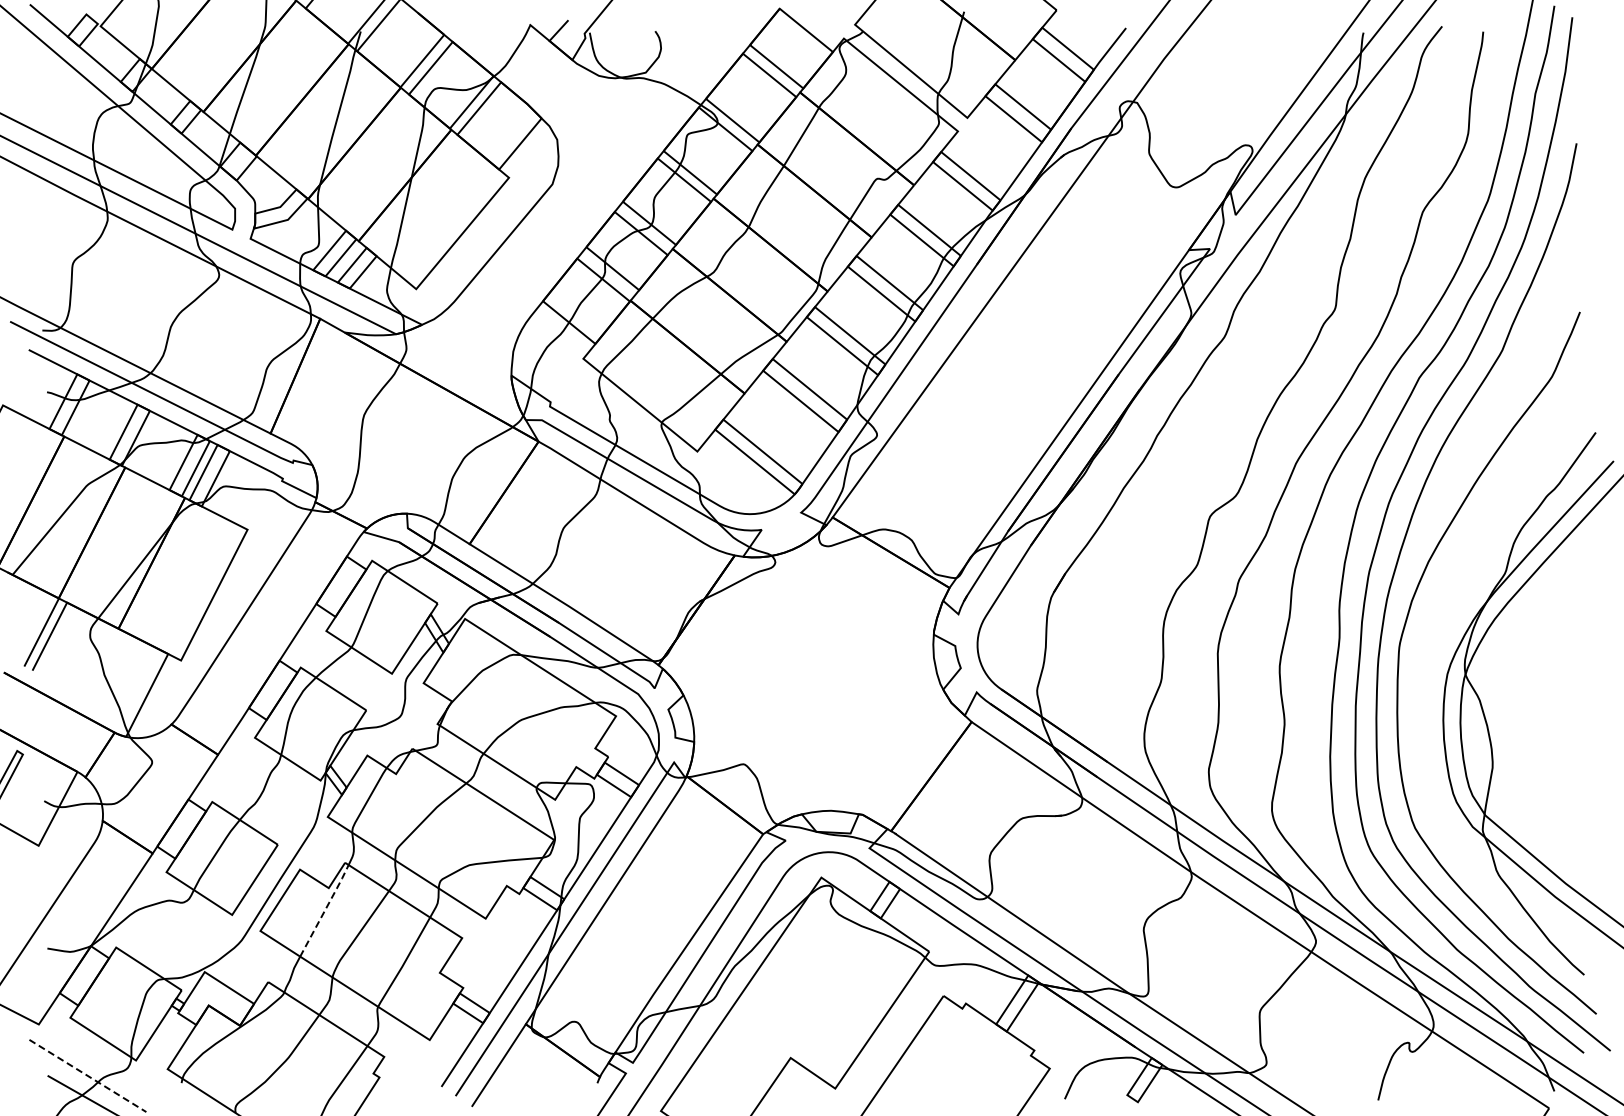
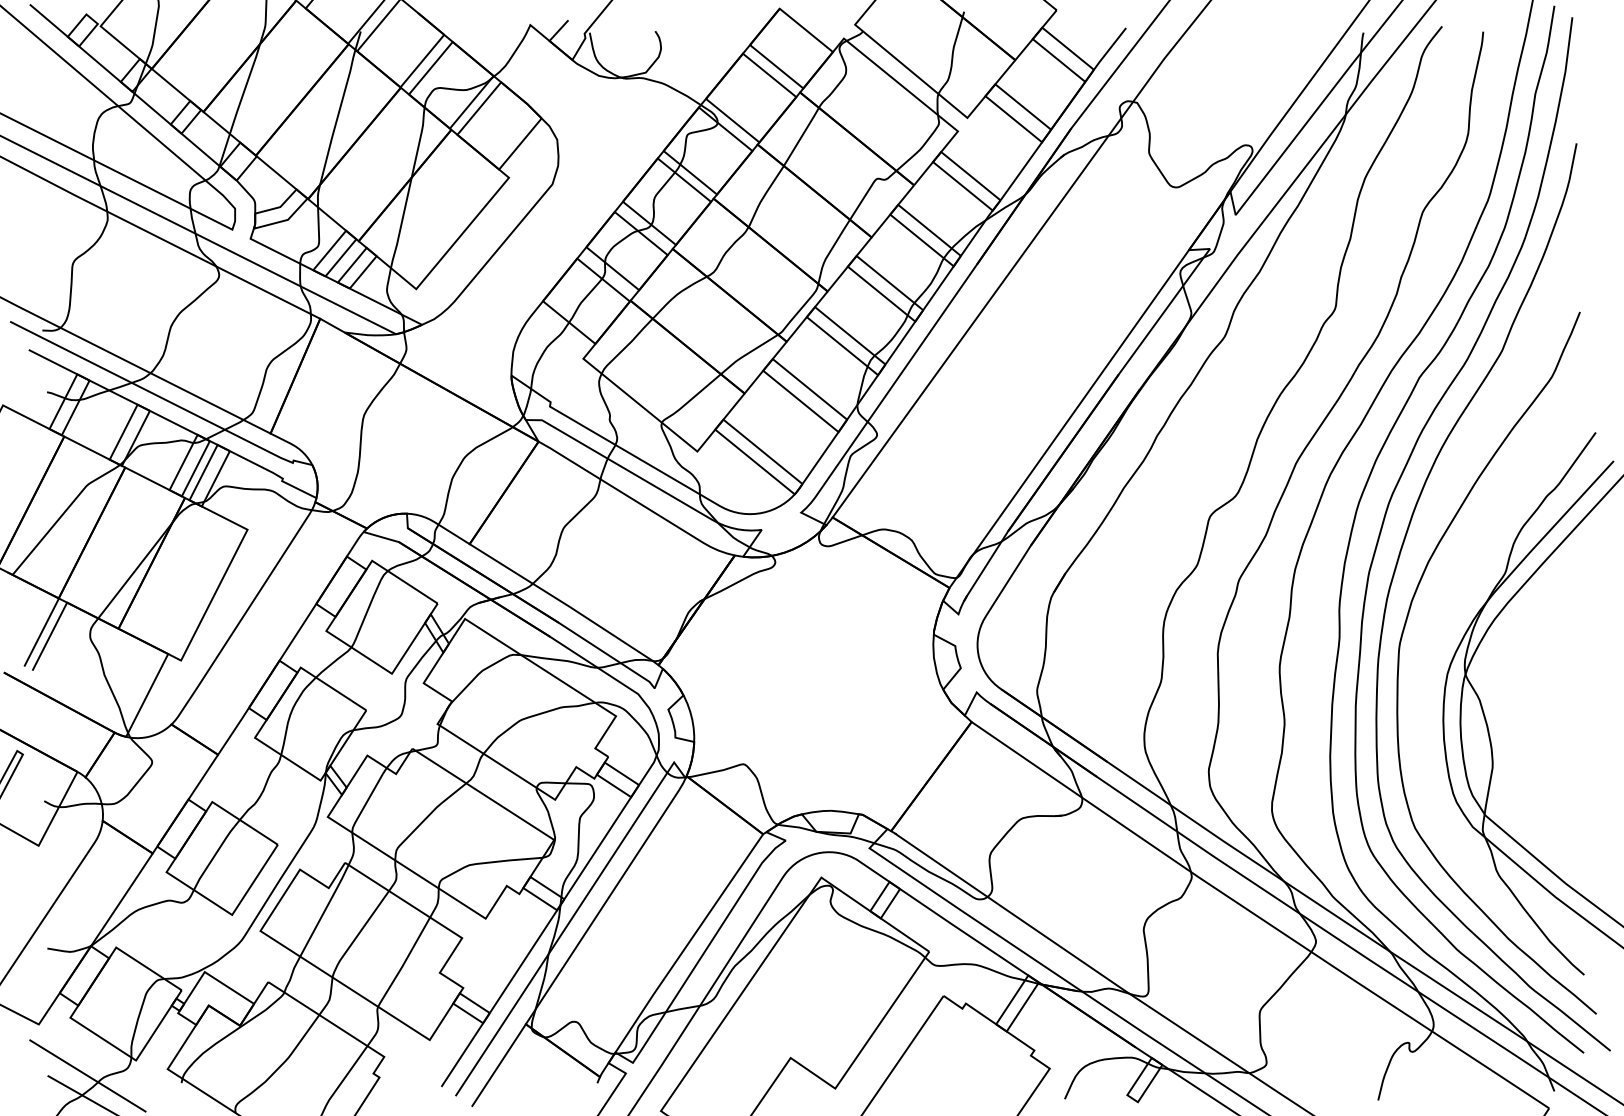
line at (325, 909): dashed -> solid
line at (87, 1075): dashed -> solid
